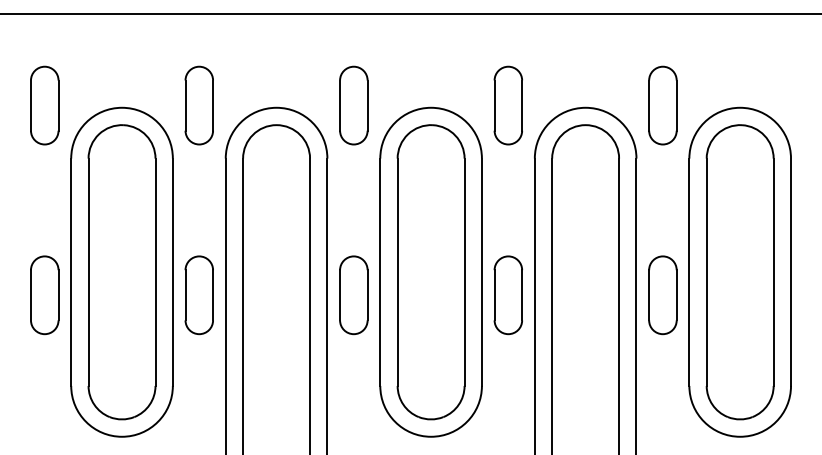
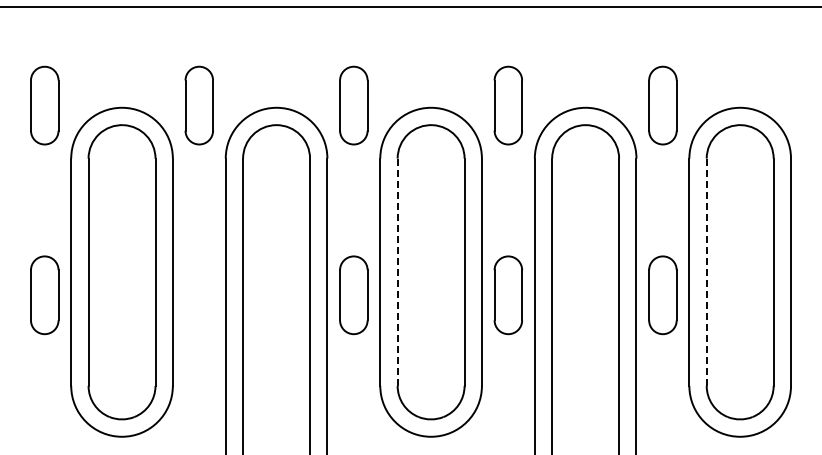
line at (410, 13) position: (410, 13) -> (410, 6)
line at (397, 272): solid -> dashed
line at (706, 272): solid -> dashed
part at (198, 295): present -> none
